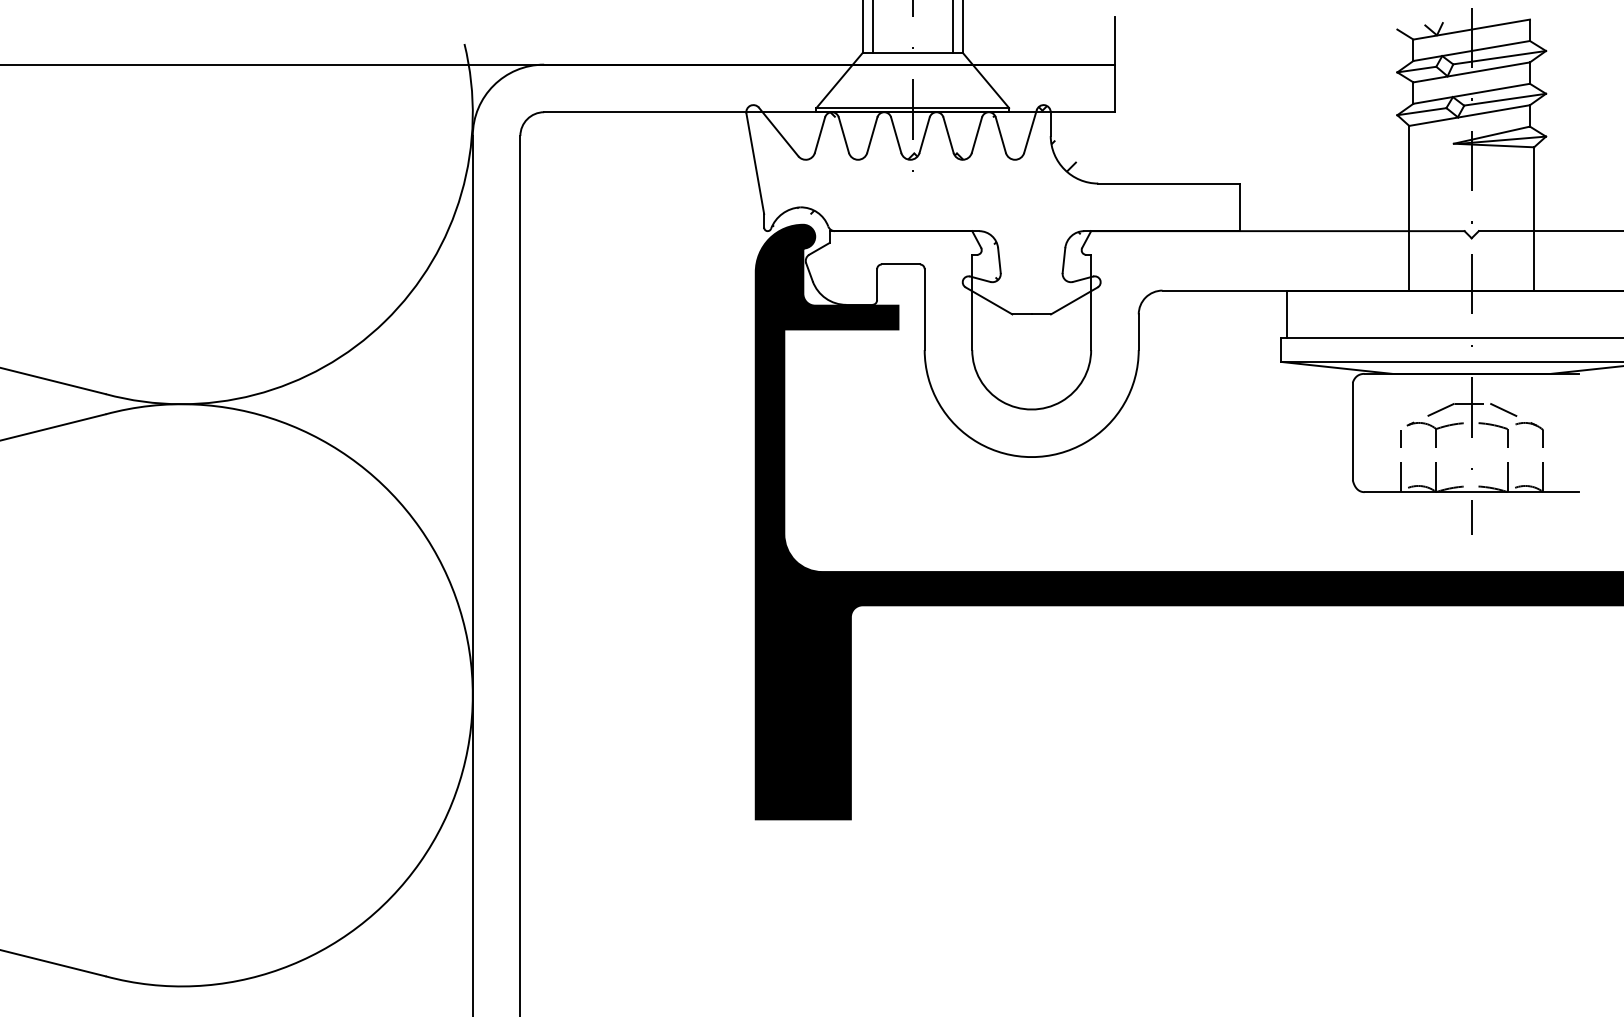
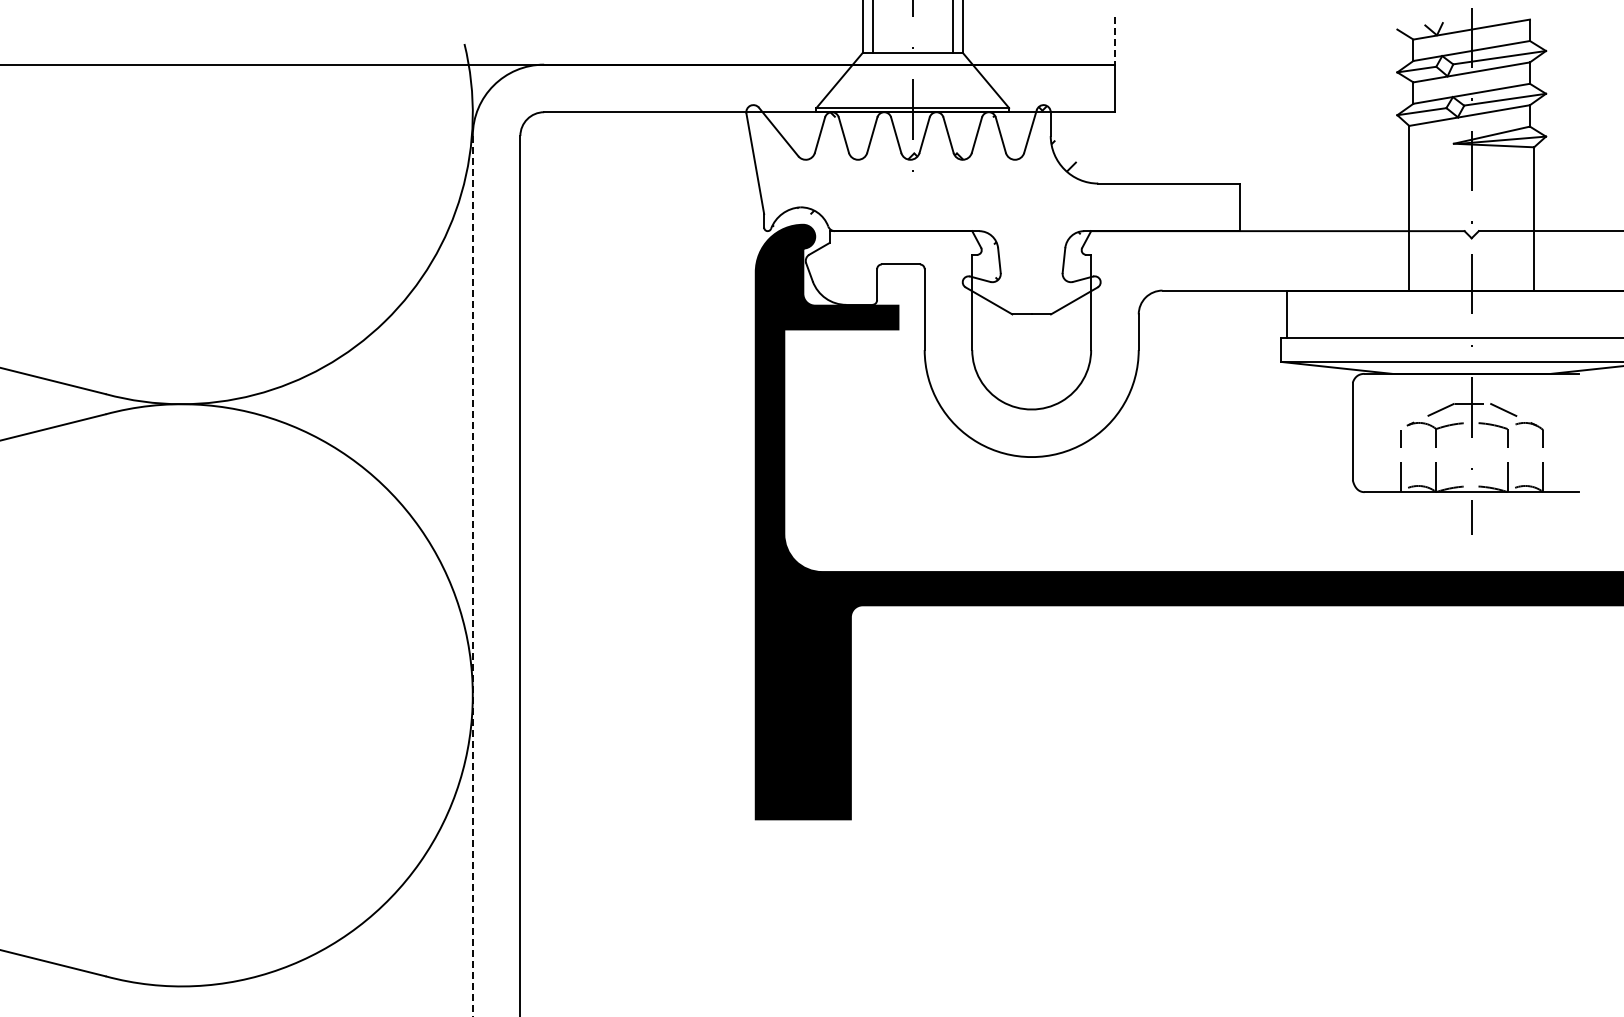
line at (1114, 40): solid -> dashed
line at (472, 576): solid -> dashed
